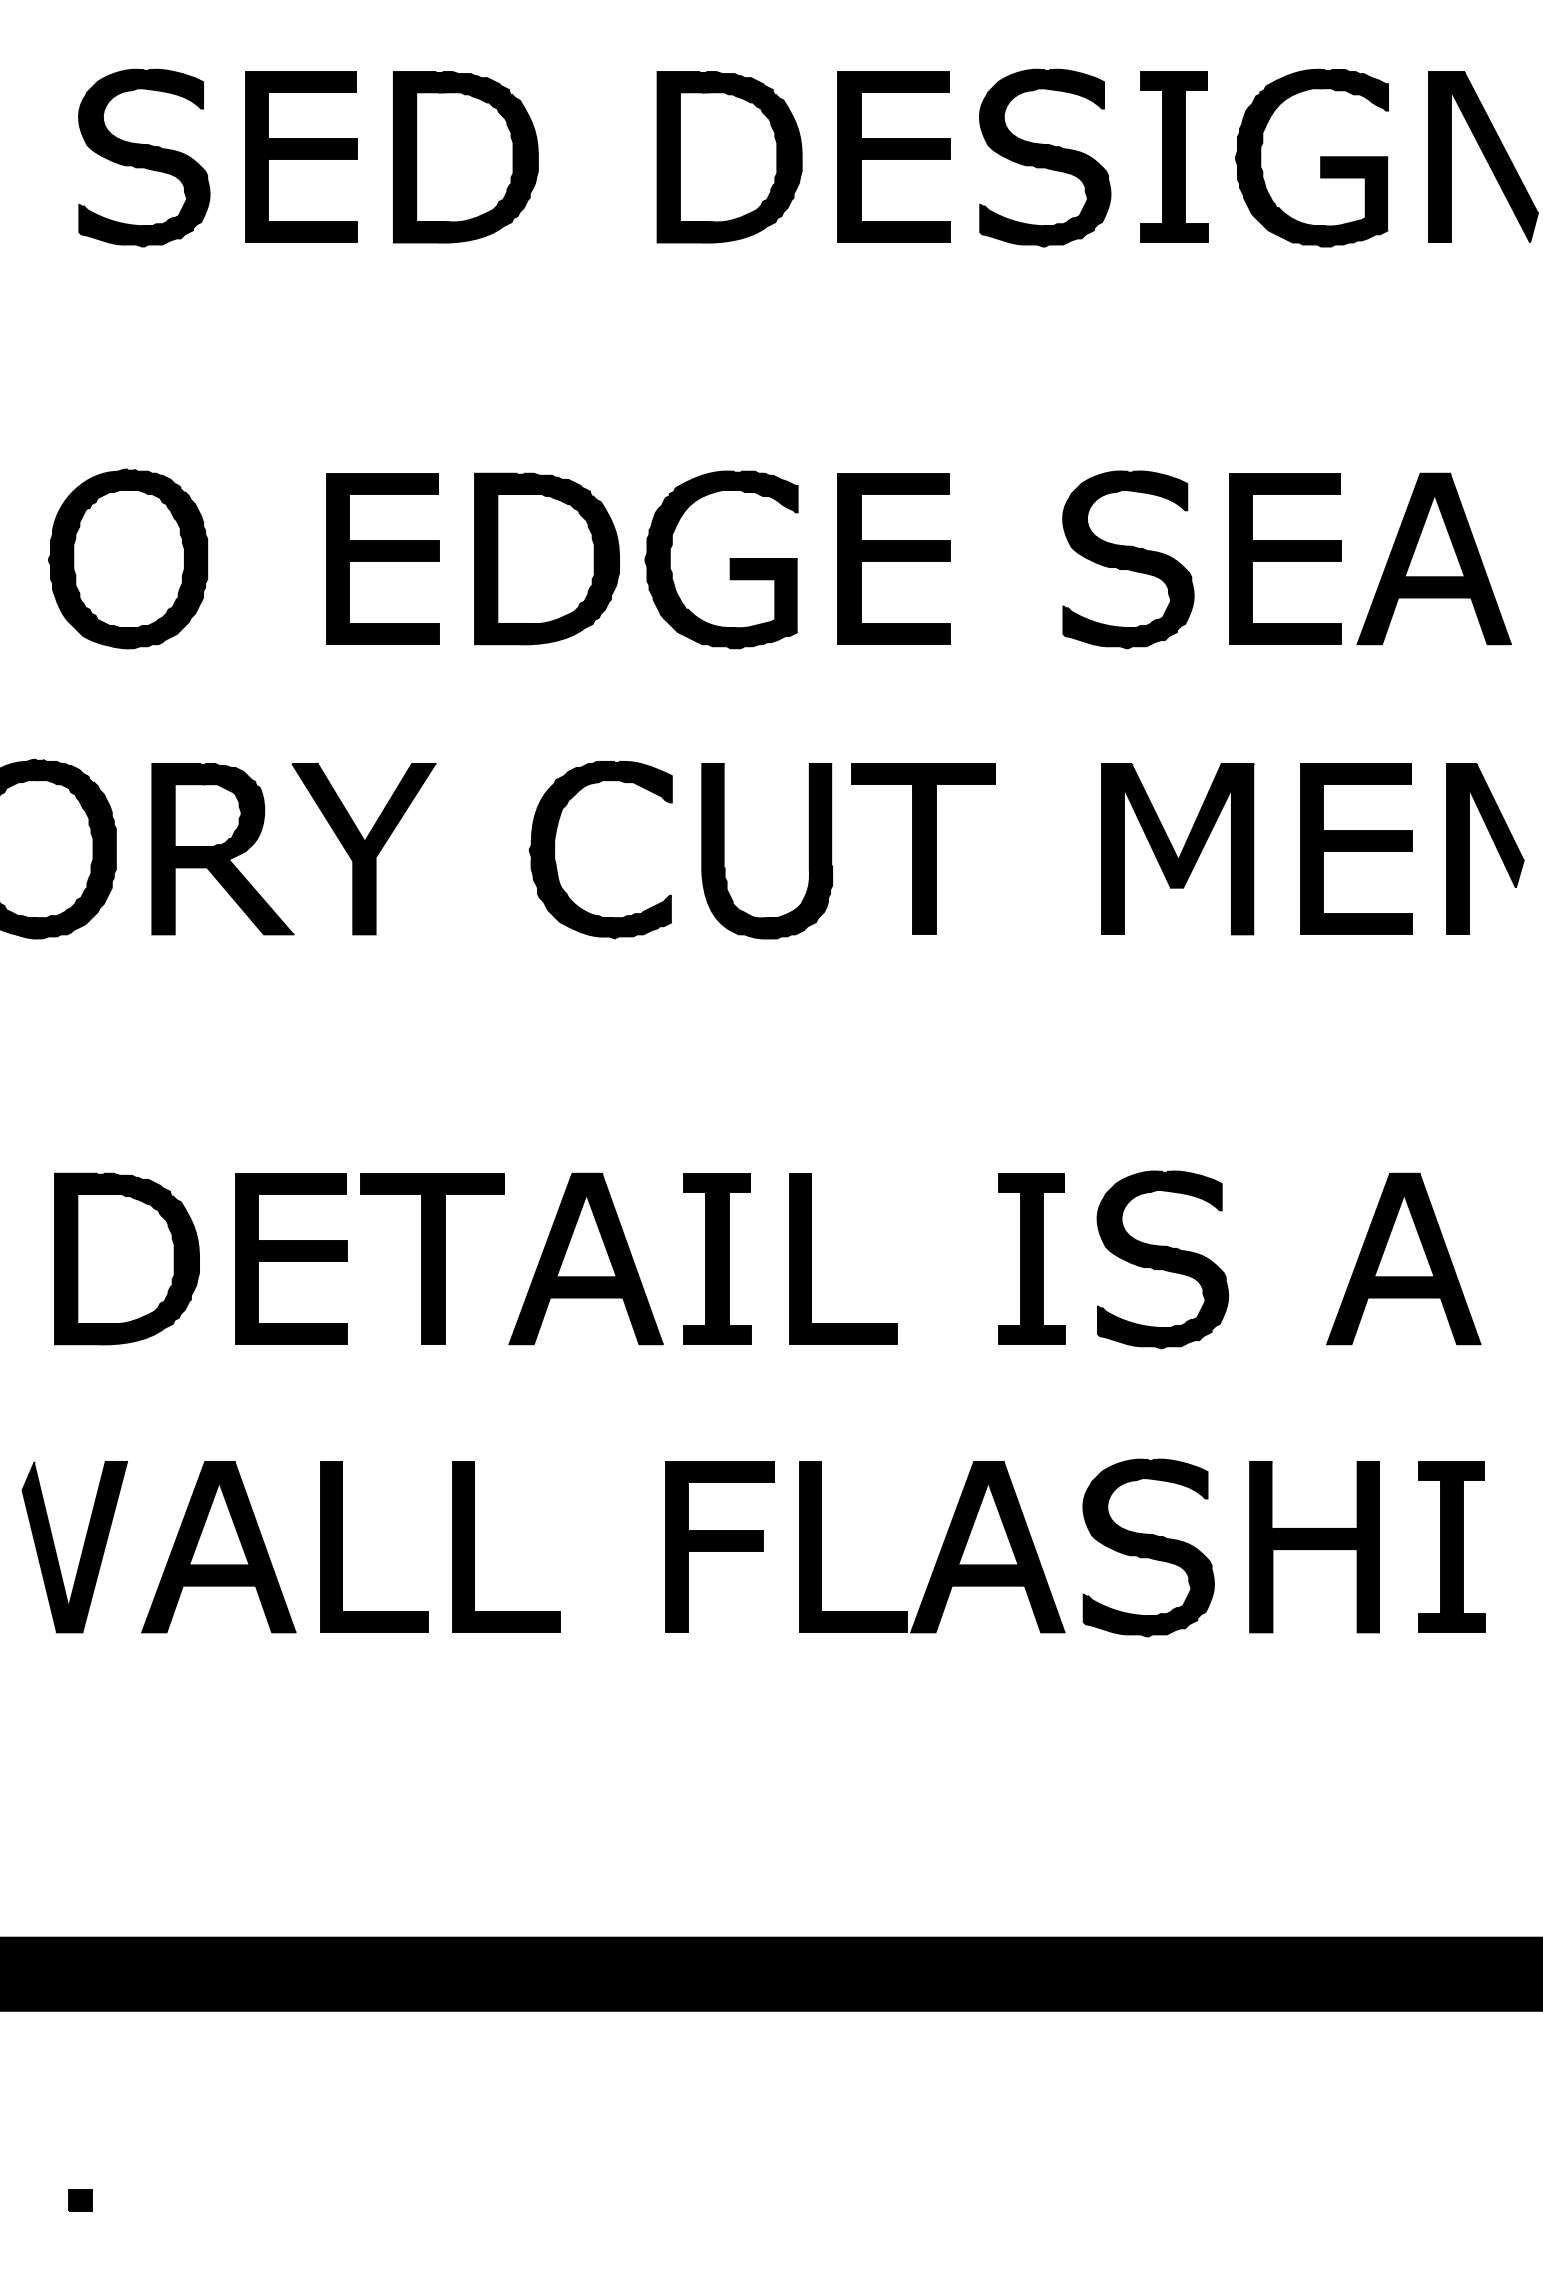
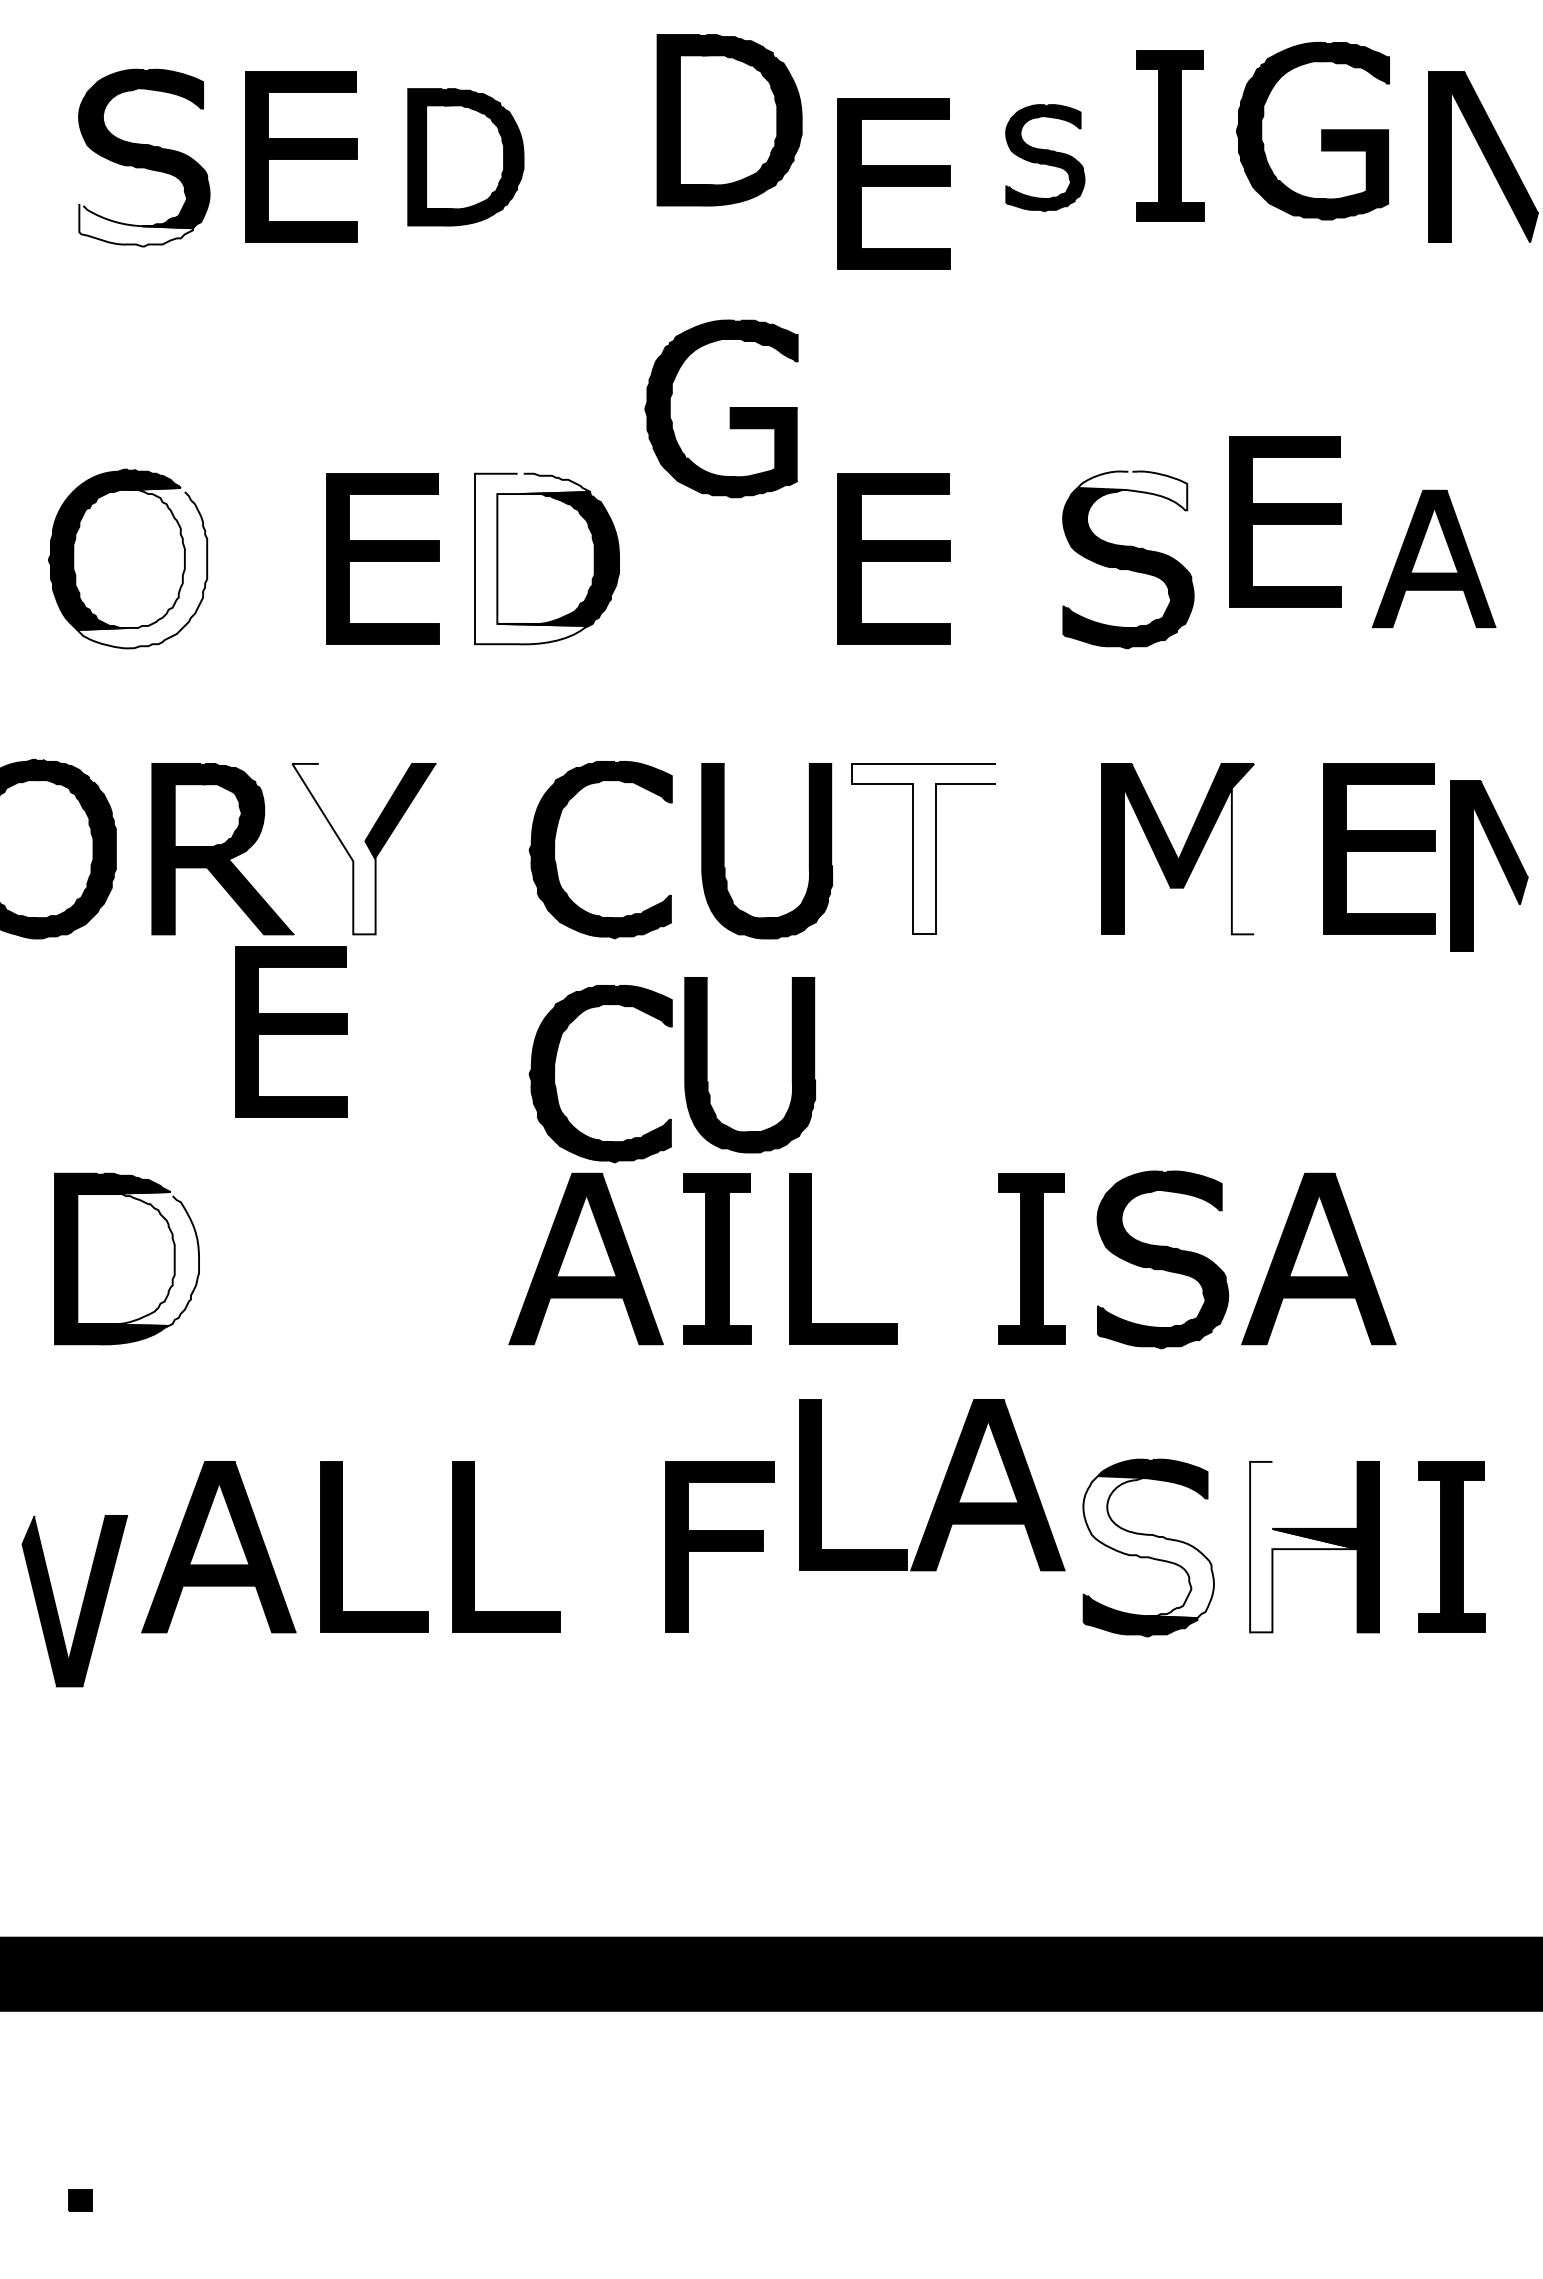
part at (893, 156) position: (893, 156) -> (893, 183)
part at (1174, 156) position: (1174, 156) -> (1170, 135)
part at (465, 157) size: 146x173 px -> 118x139 px
part at (729, 157) position: (729, 157) -> (729, 120)
part at (1045, 157) size: 133x180 px -> 81x108 px
part at (1320, 157) position: (1320, 157) -> (1321, 130)
fill at (135, 224): present -> none
fill at (1132, 490): present -> none
fill at (532, 558): present -> none
part at (1285, 558) position: (1285, 558) -> (1285, 521)
part at (1433, 558) size: 156x174 px -> 126x140 px
part at (729, 559) position: (729, 559) -> (729, 408)
fill at (142, 567): present -> none
part at (1494, 844) position: (1494, 844) -> (1498, 861)
fill at (333, 848): present -> none
fill at (924, 848): present -> none
fill at (1242, 848): present -> none
part at (1356, 848) position: (1356, 848) -> (1379, 848)
part at (707, 1065): none -> present
part at (556, 1087): none -> present
fill at (138, 1258): present -> none
part at (291, 1258) position: (291, 1258) -> (291, 1031)
part at (432, 1258): present -> none
part at (1403, 1258) position: (1403, 1258) -> (1318, 1258)
fill at (1303, 1546): present -> none
fill at (1148, 1547): present -> none
part at (82, 1548) position: (82, 1548) -> (82, 1602)
part at (940, 1549) position: (940, 1549) -> (940, 1487)
